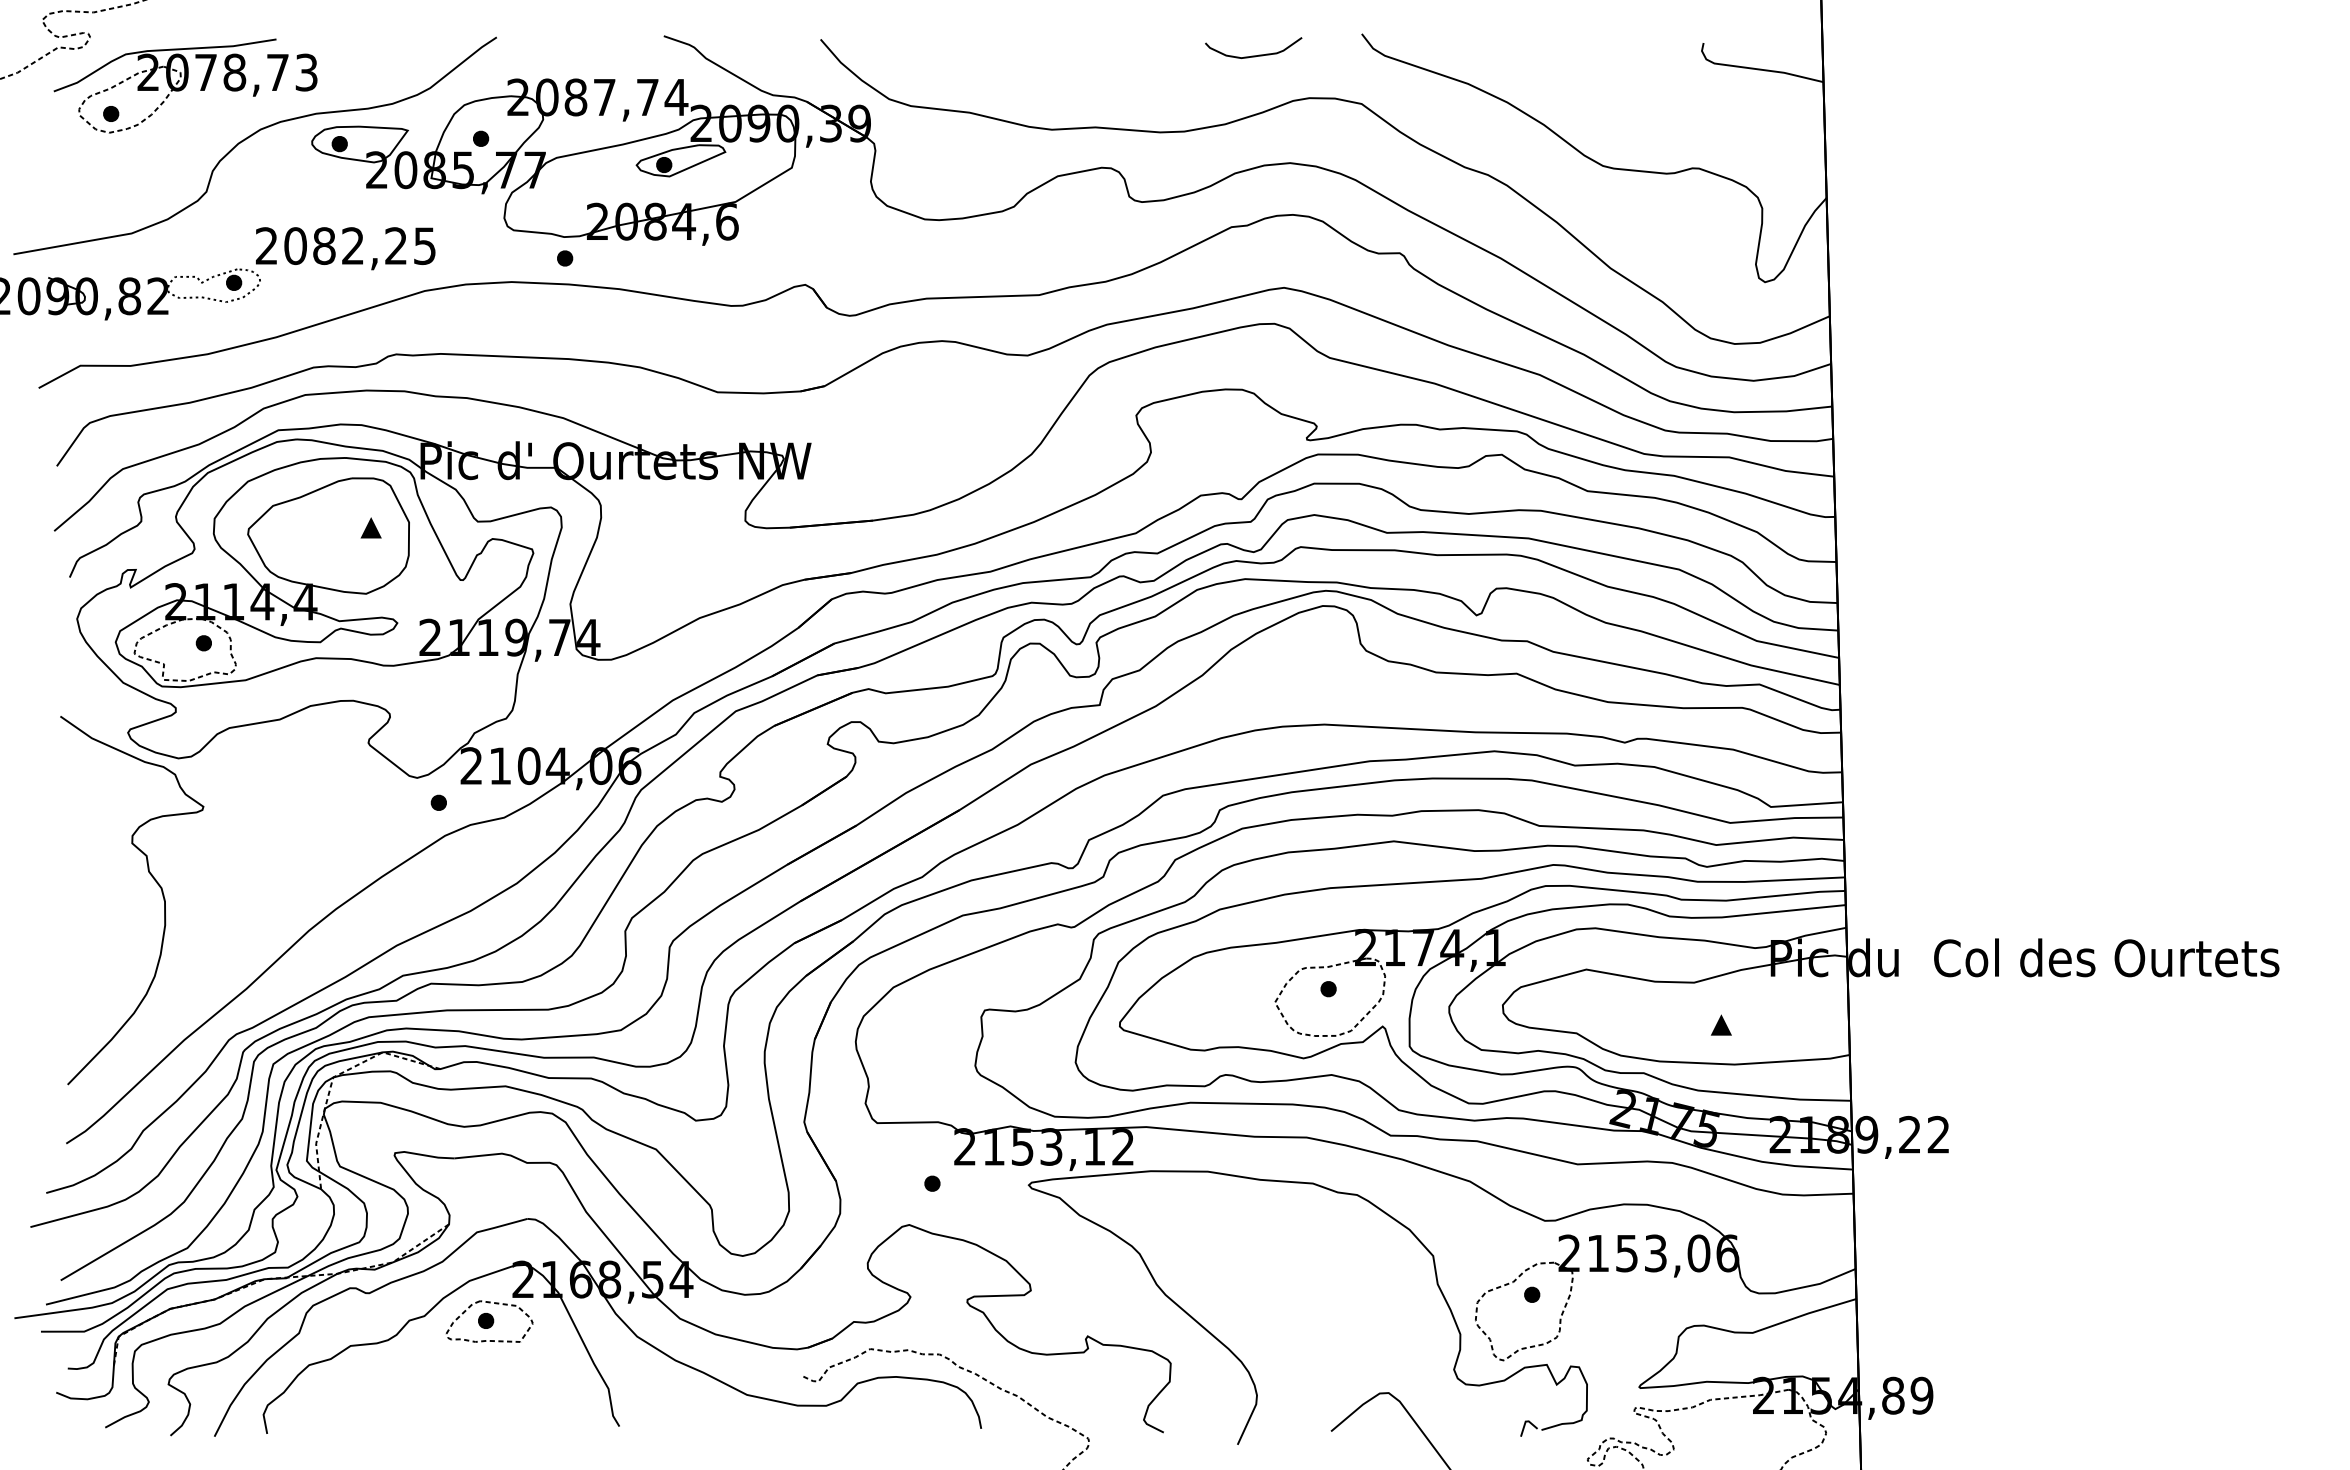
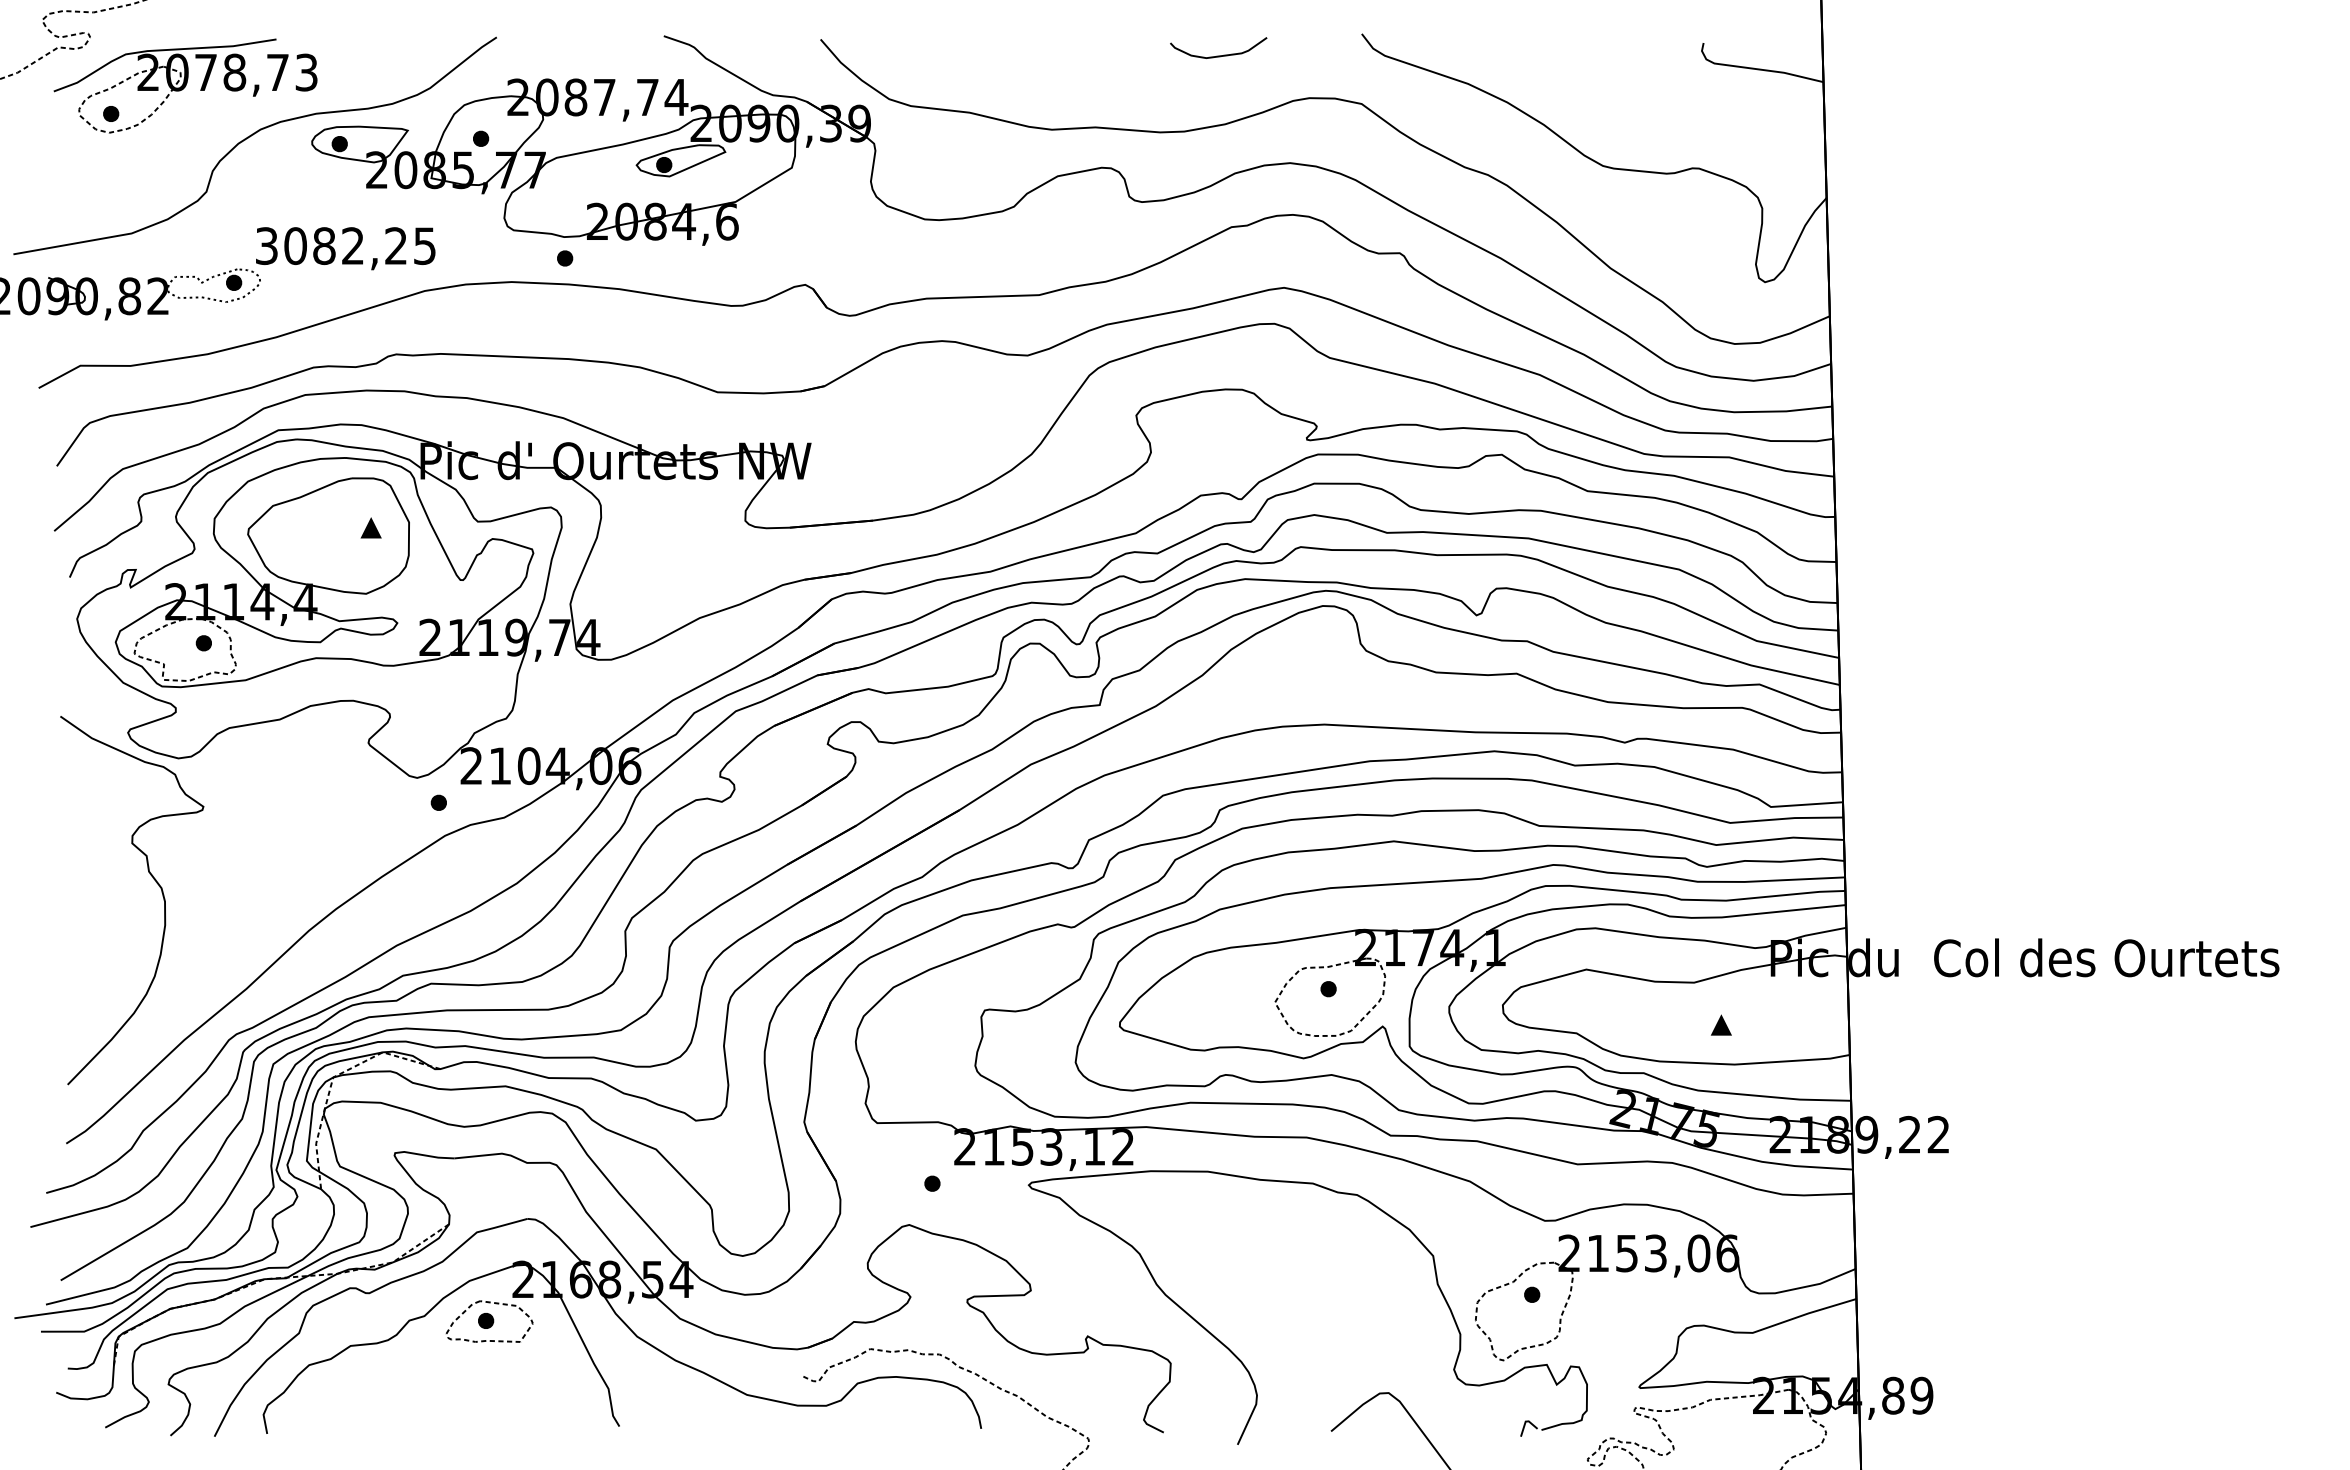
curve at (1253, 55) position: (1253, 55) -> (1218, 55)
text at (266, 246): 2082,25 -> 3082,25
